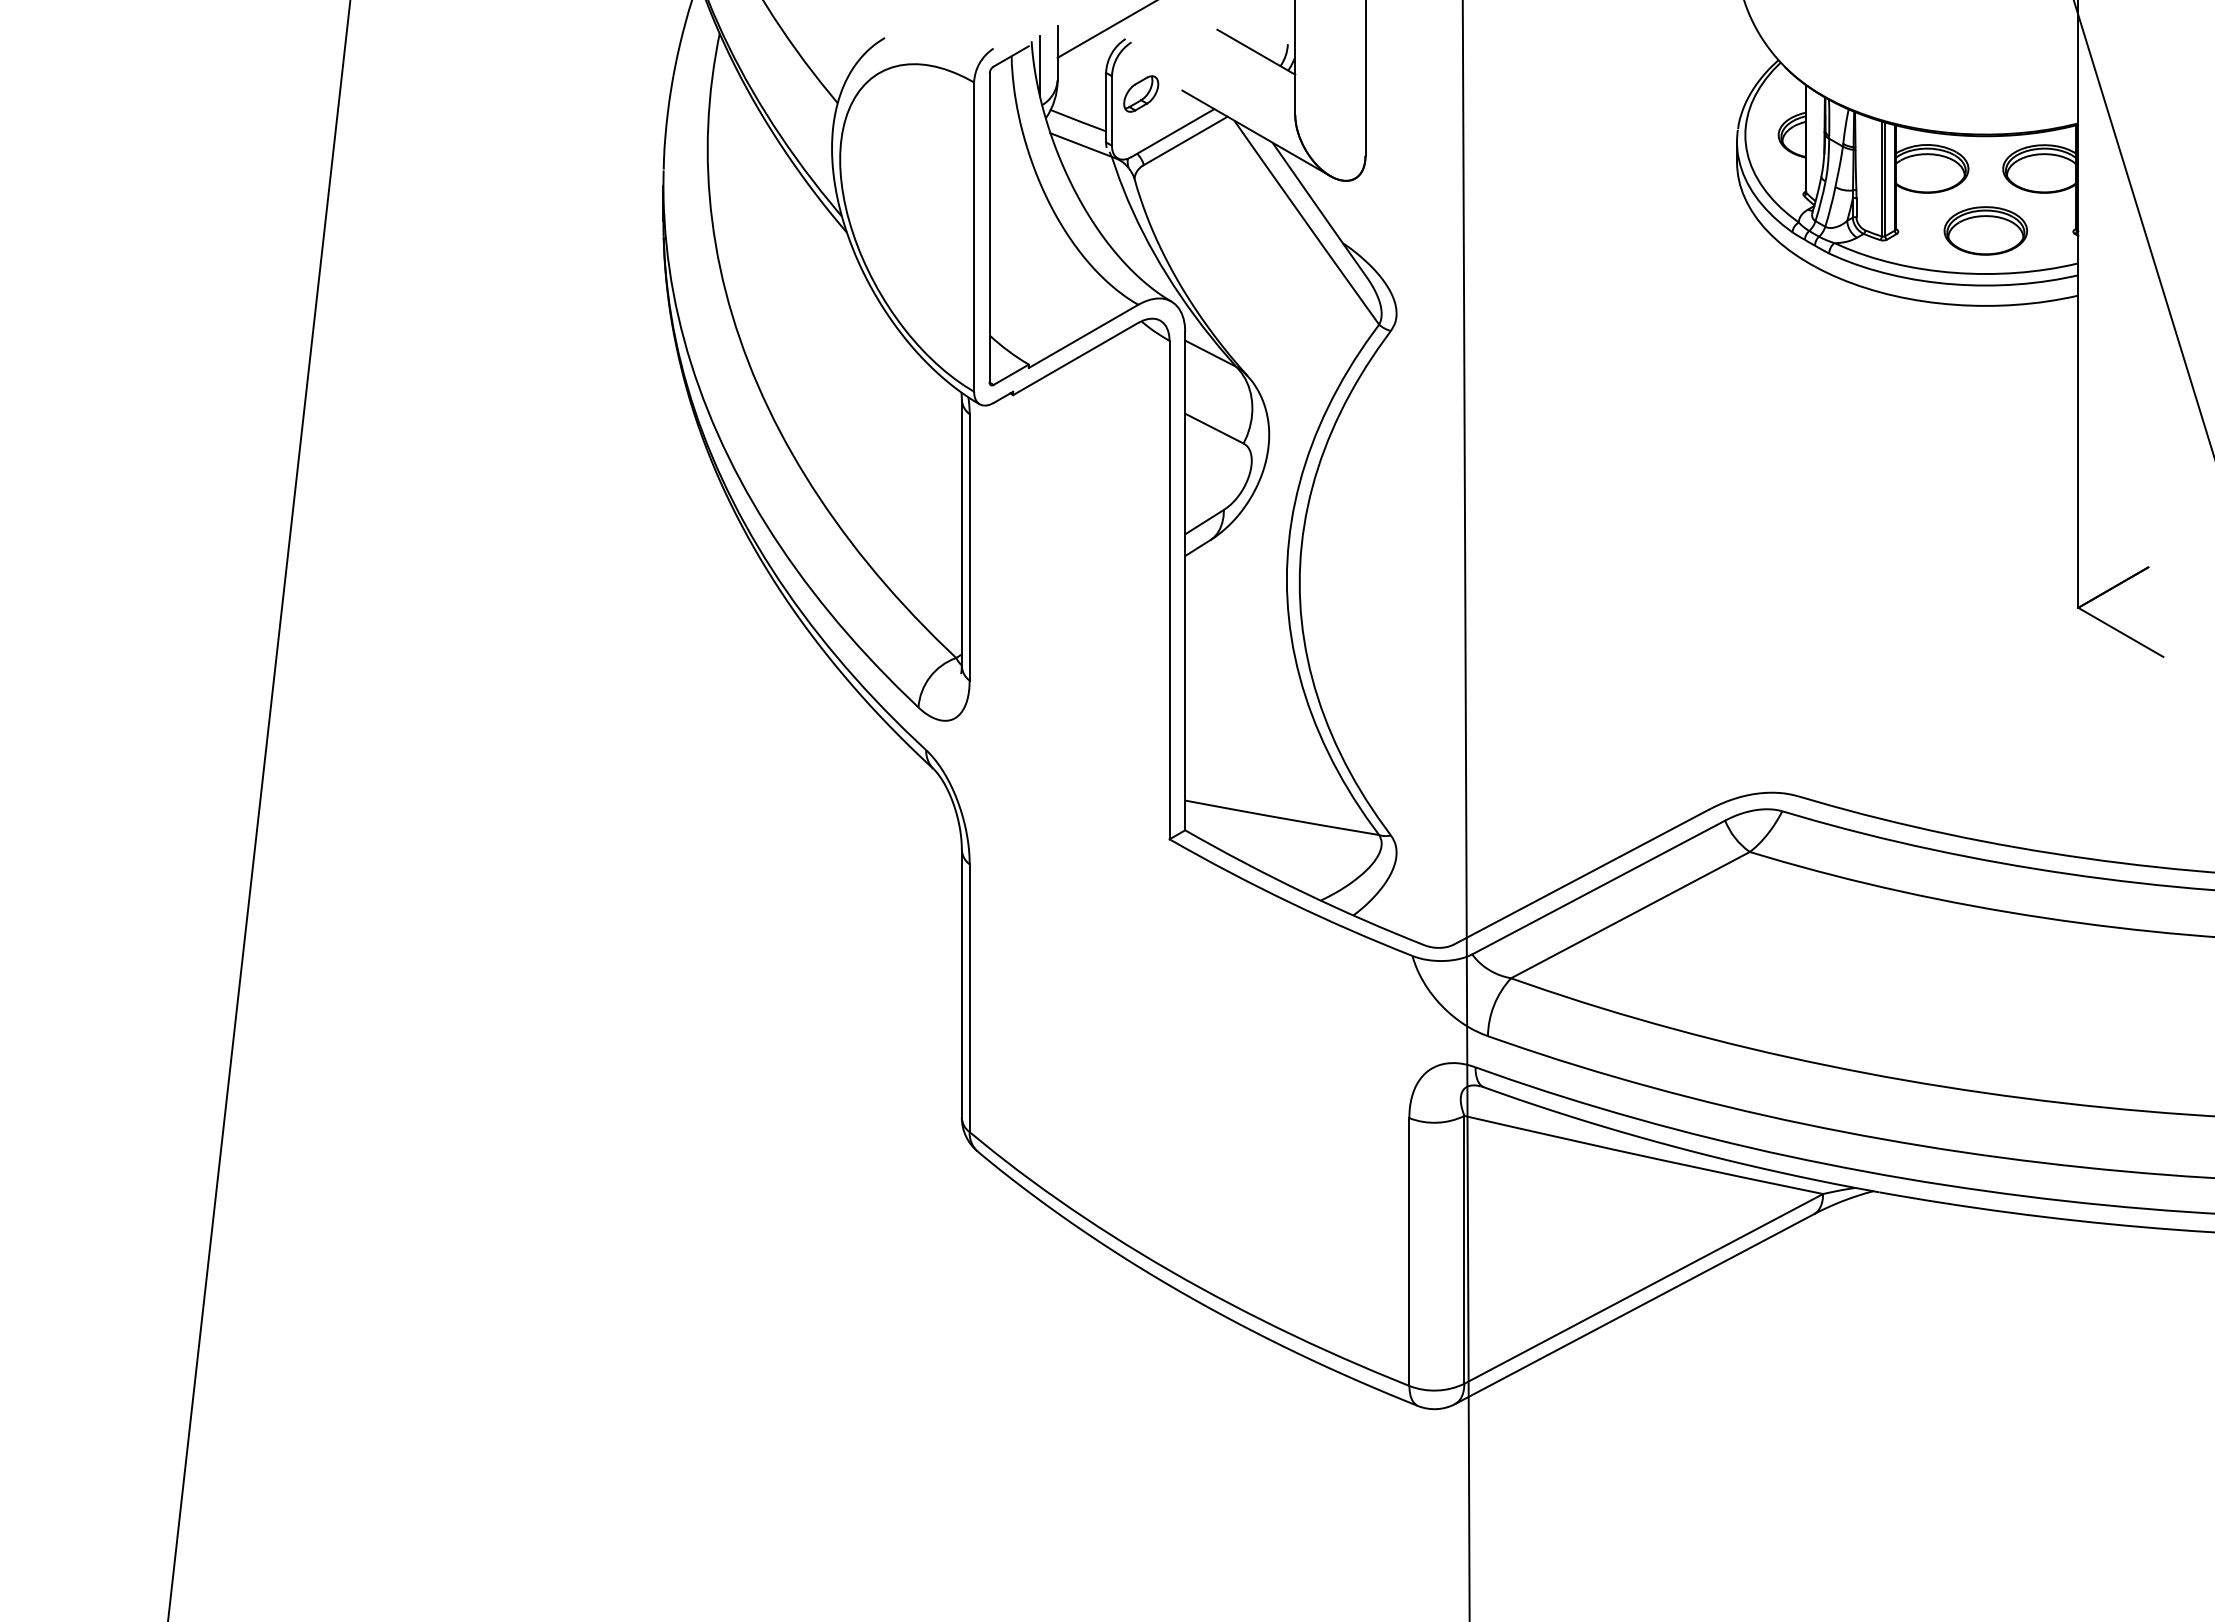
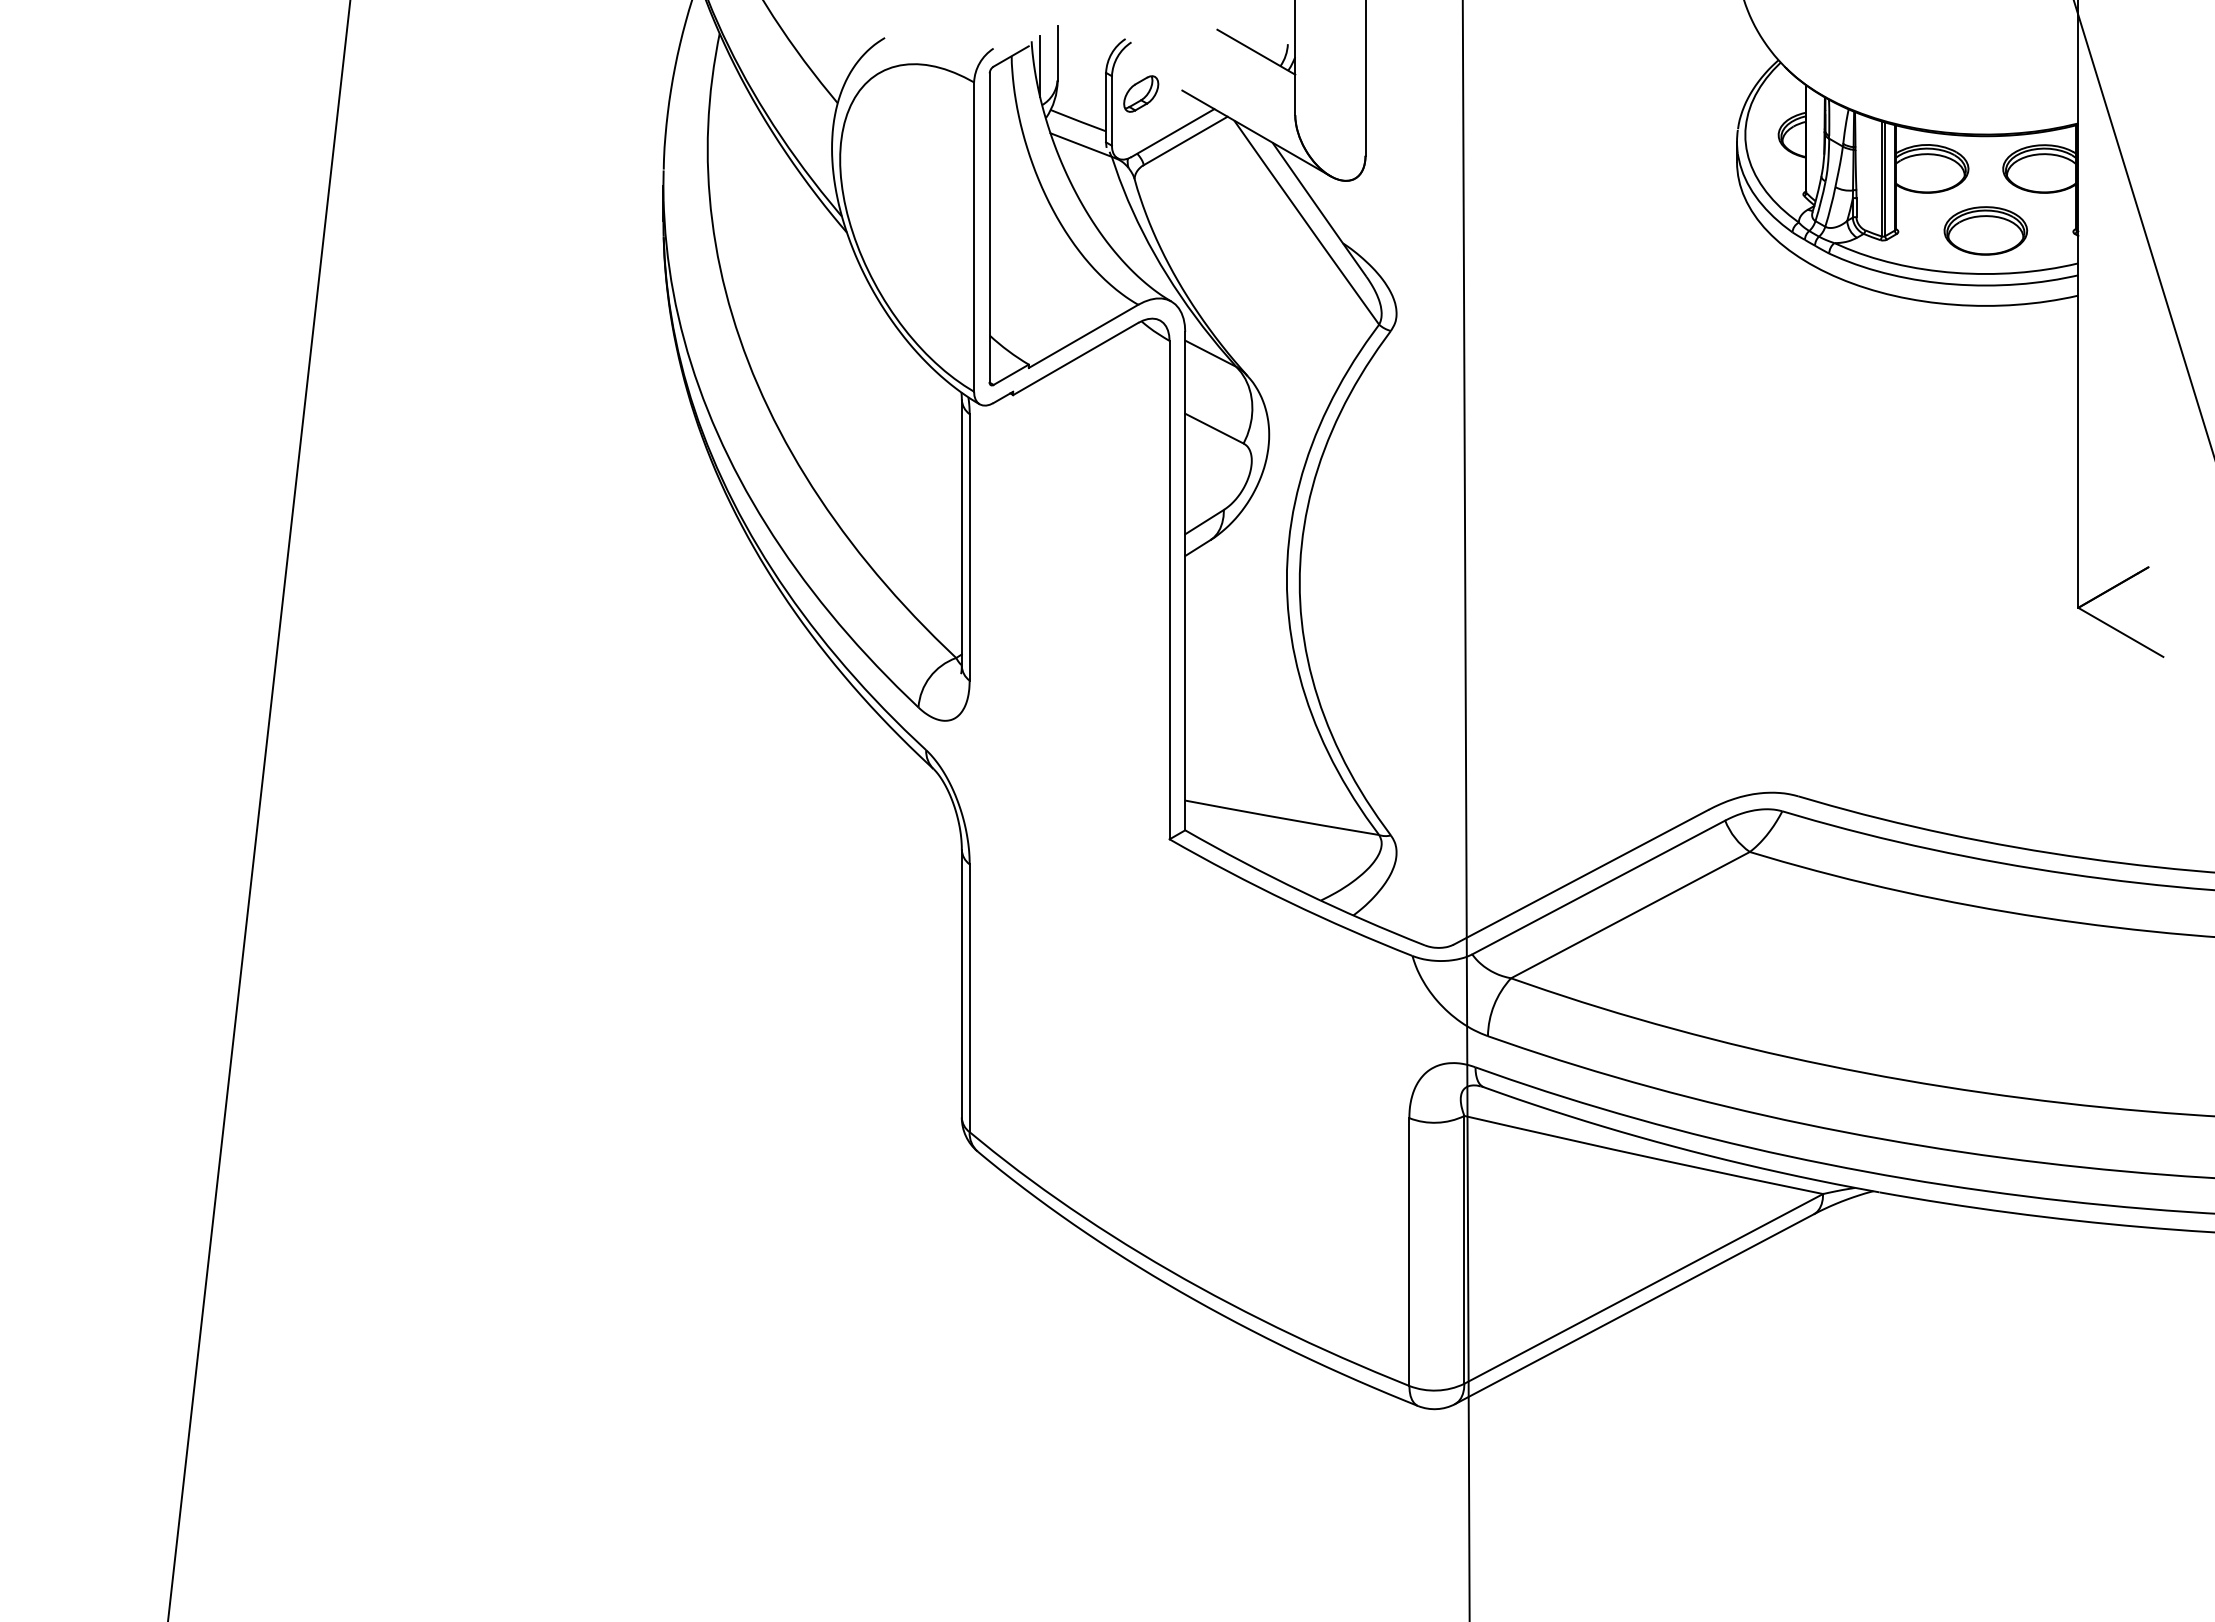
line at (1105, 29): present -> none
